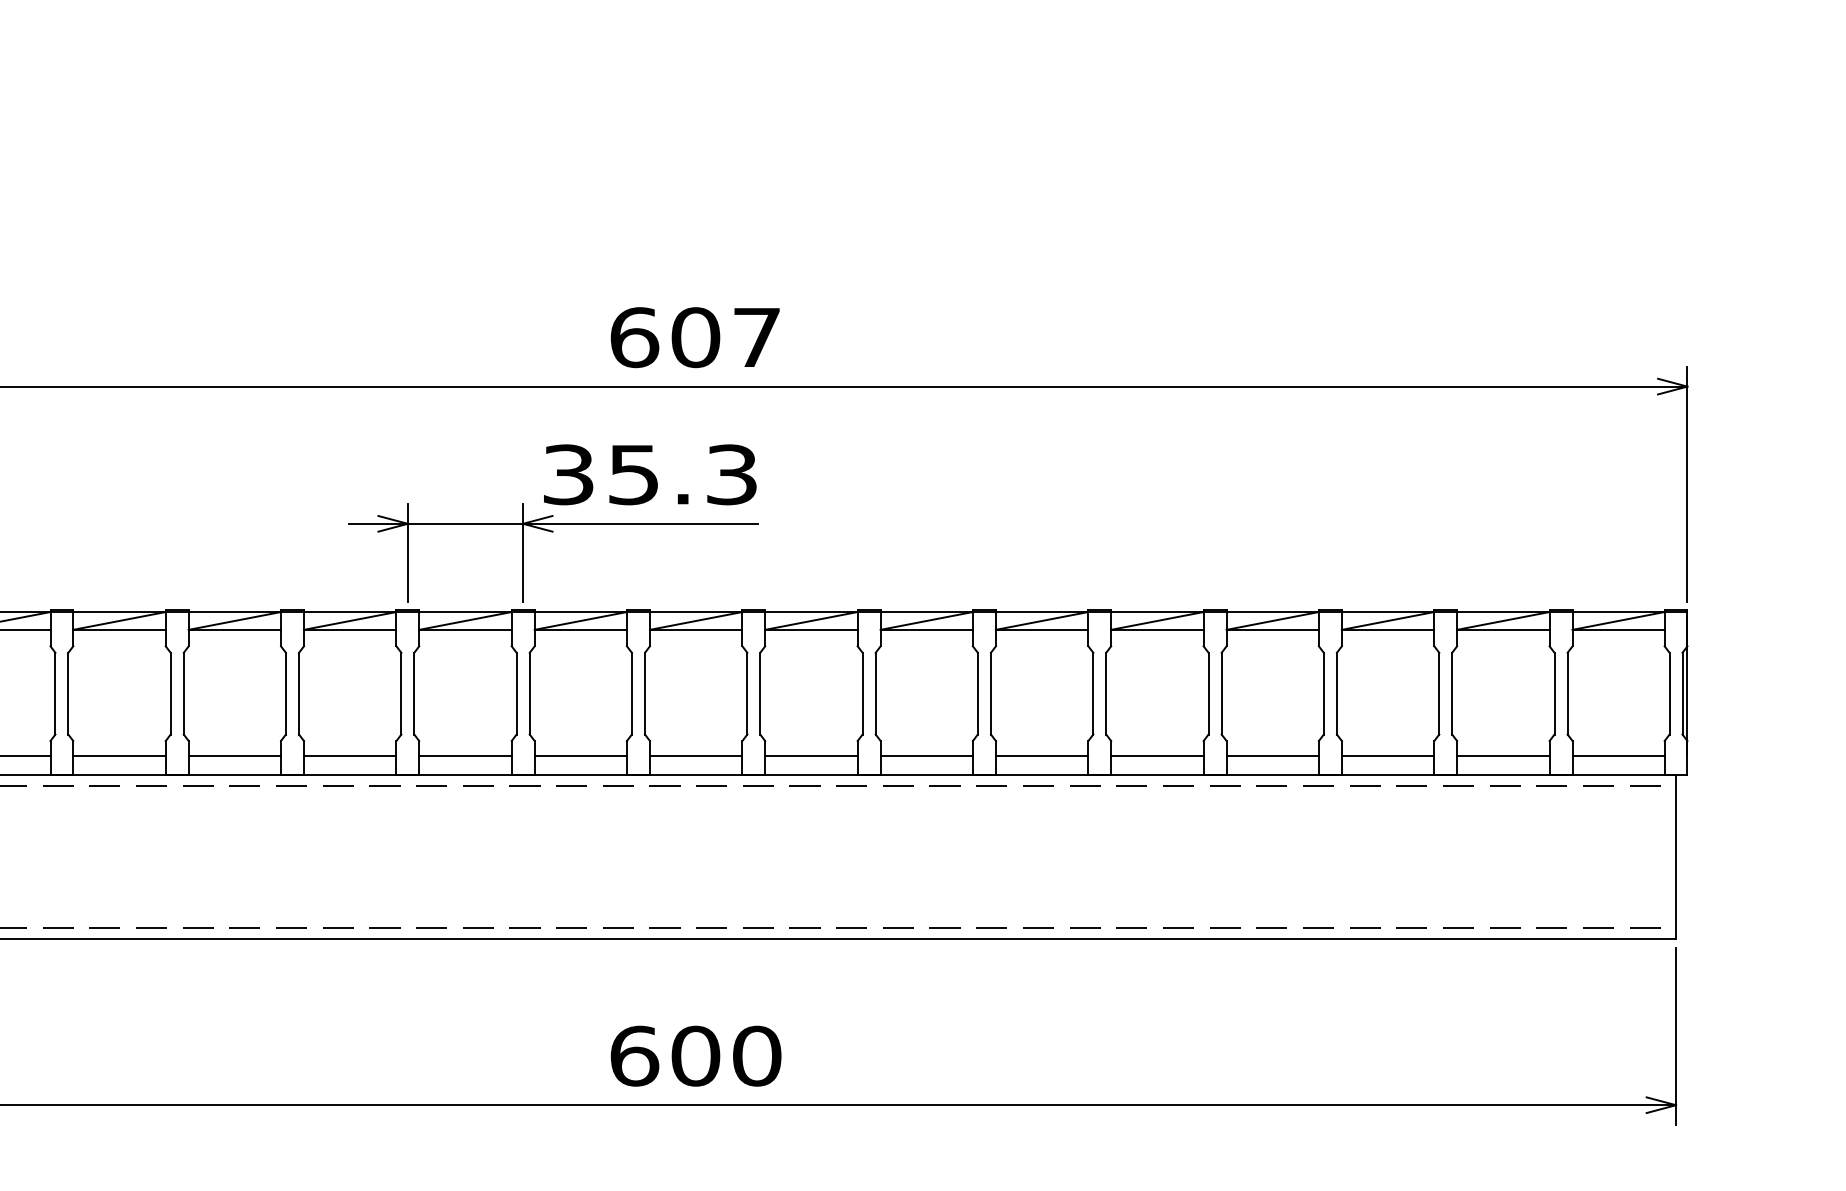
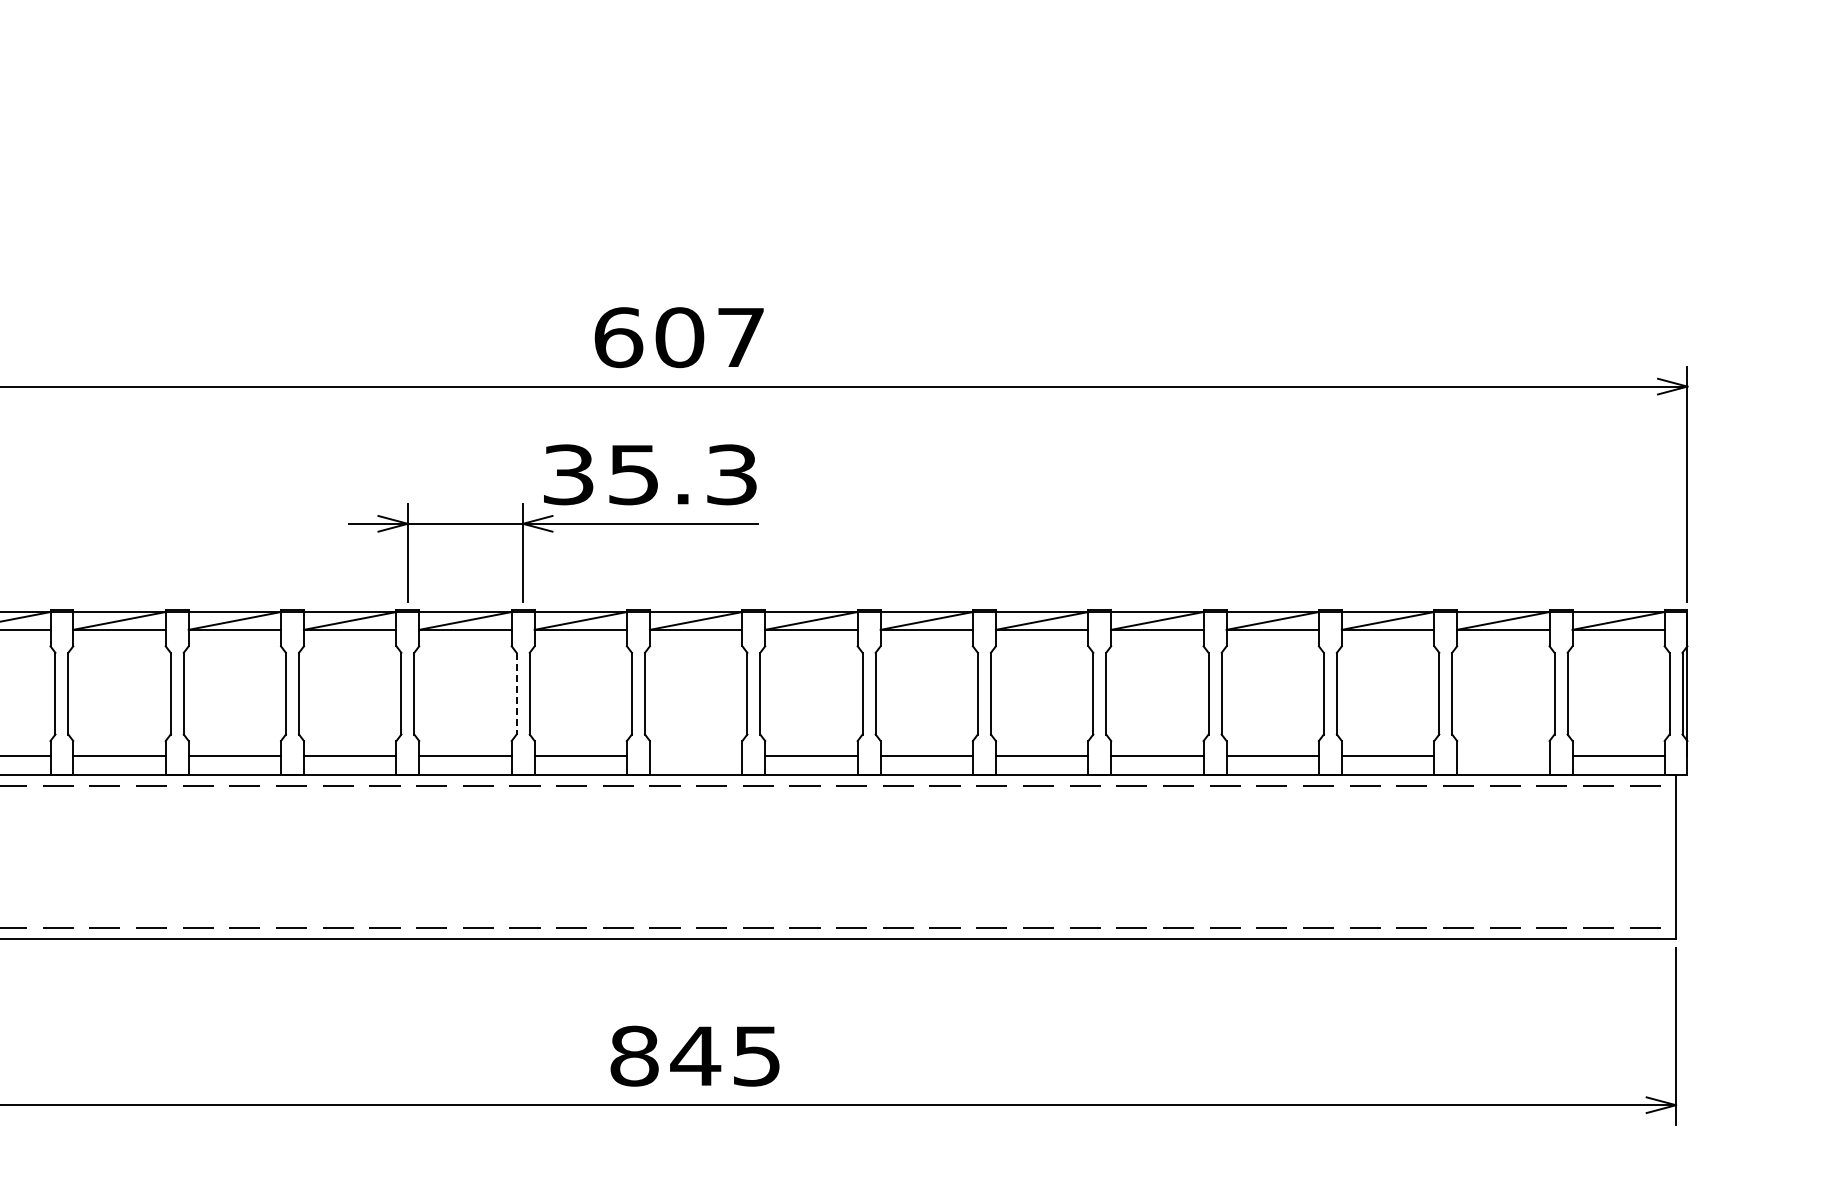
text at (694, 337) position: (694, 337) -> (678, 337)
line at (516, 693): solid -> dashed
line at (695, 755): present -> none
line at (1503, 755): present -> none
text at (695, 1055): 600 -> 845
